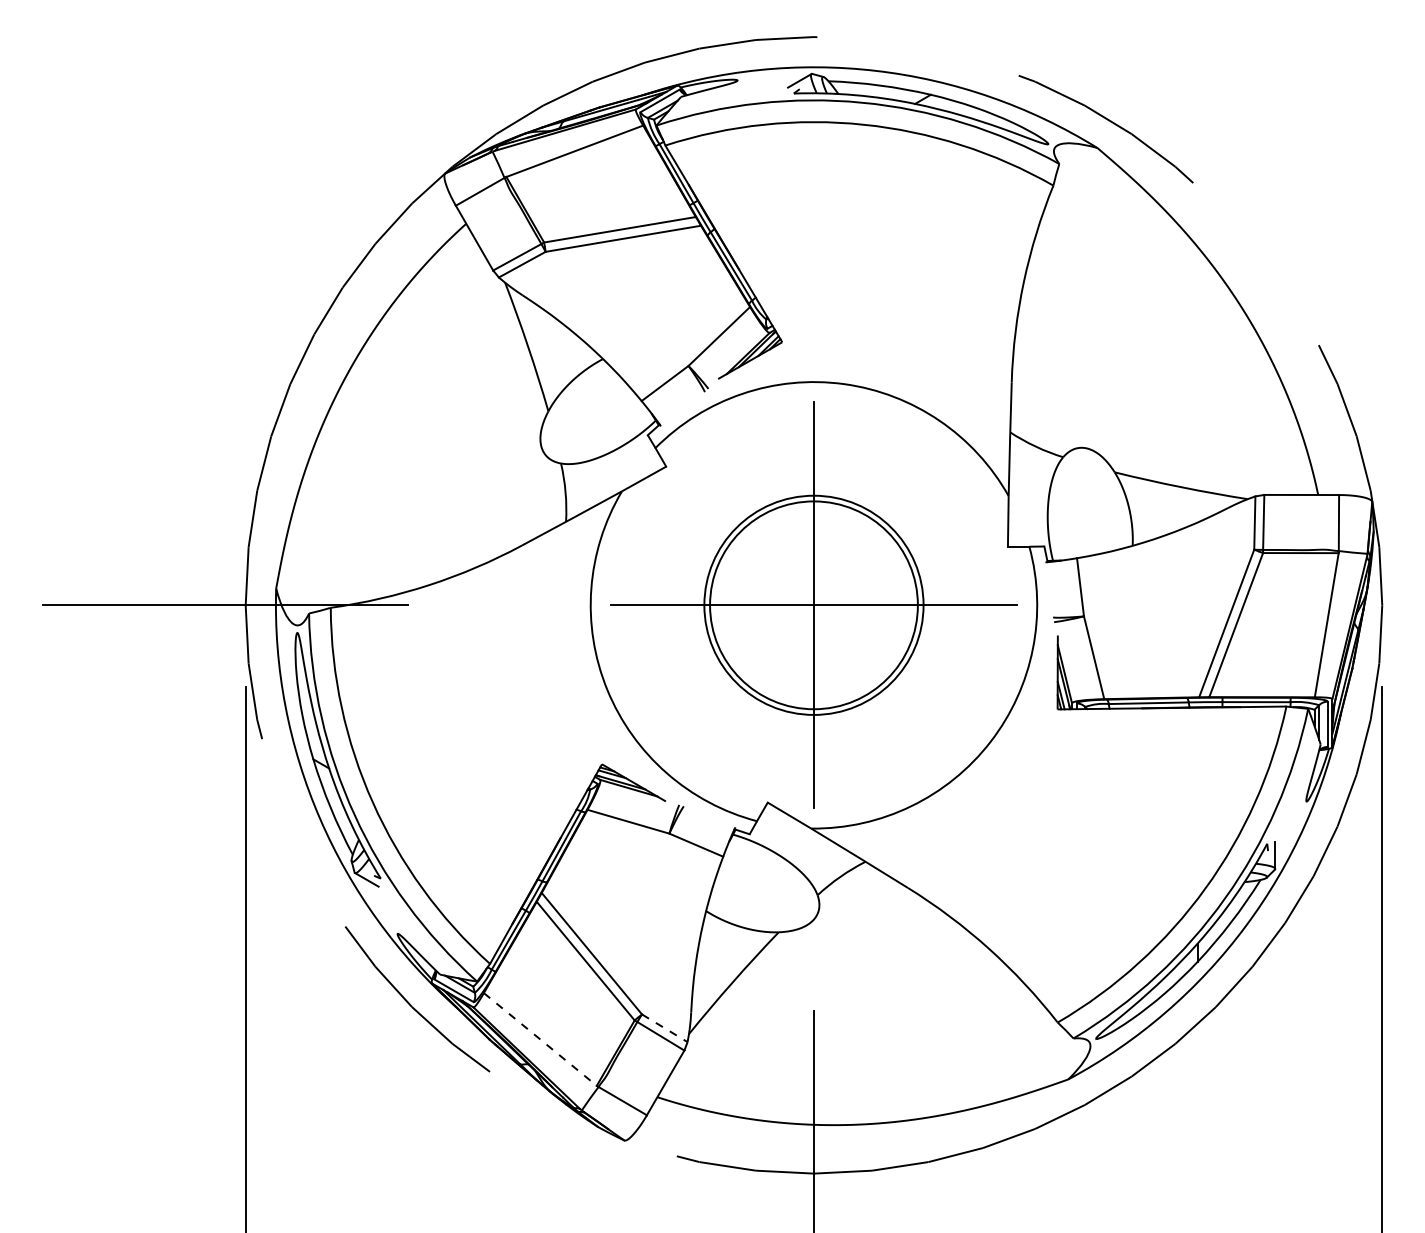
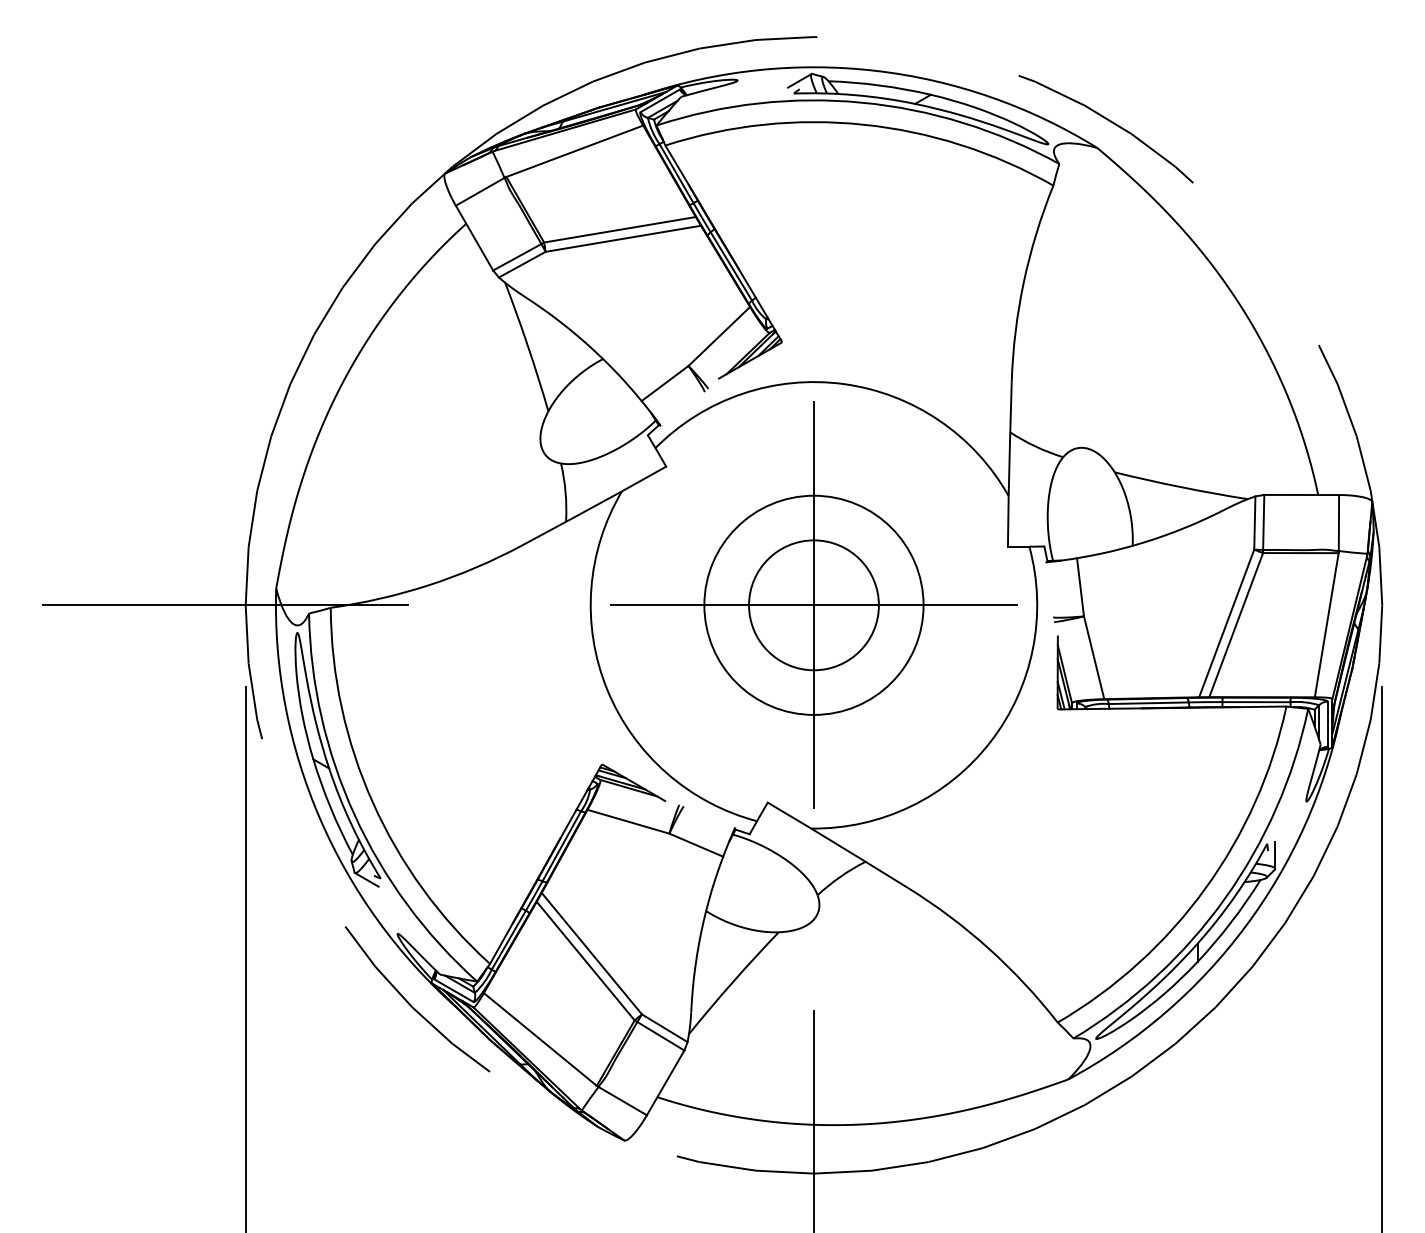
circle at (813, 605) diameter: 208 px -> 130 px
line at (664, 1028): dashed -> solid
line at (540, 1039): dashed -> solid
